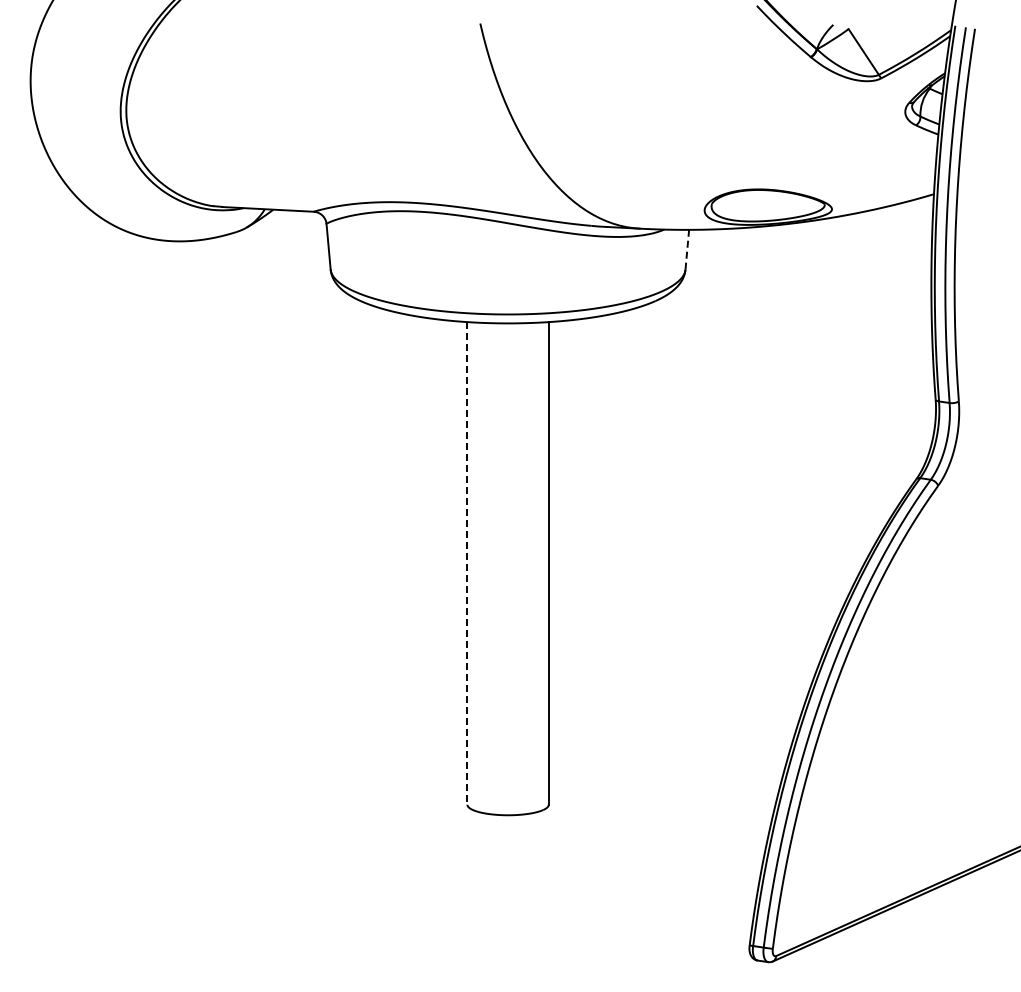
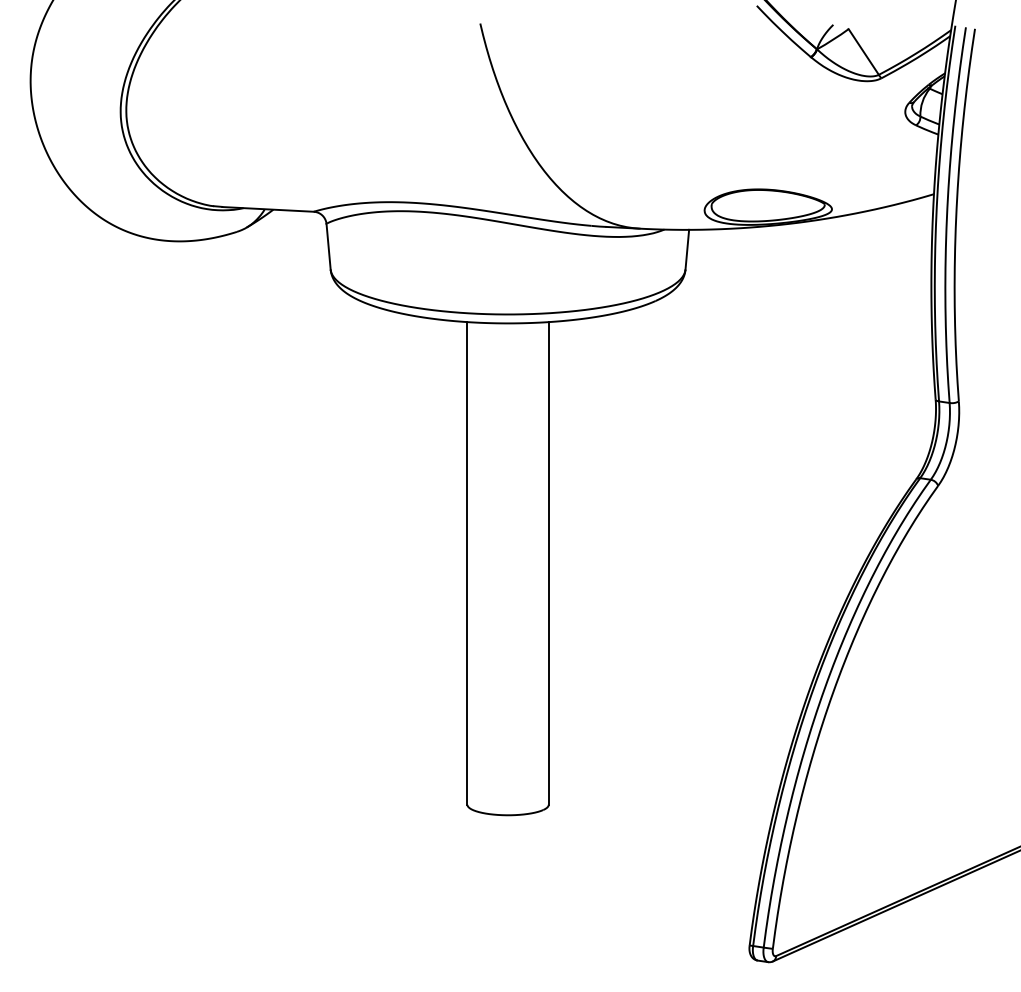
line at (687, 249): dashed -> solid
line at (467, 563): dashed -> solid
